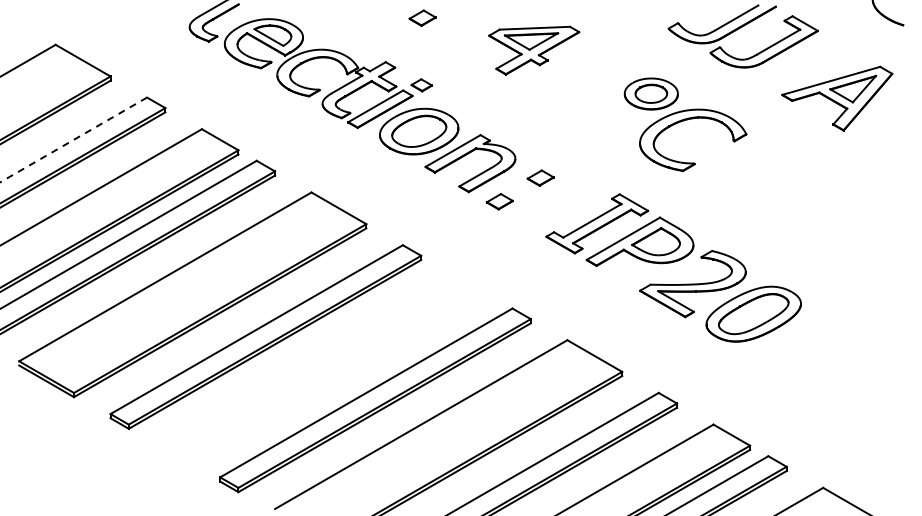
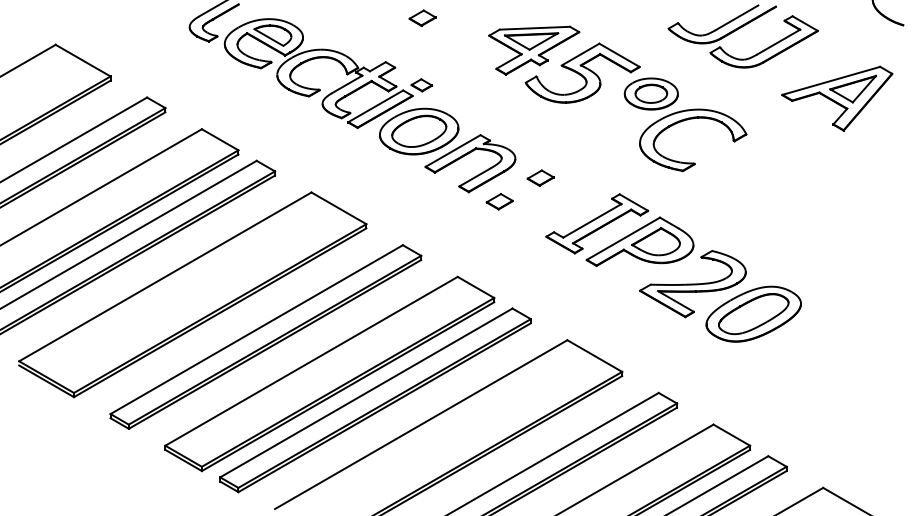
part at (582, 72): none -> present
line at (73, 140): dashed -> solid
part at (329, 373): none -> present
